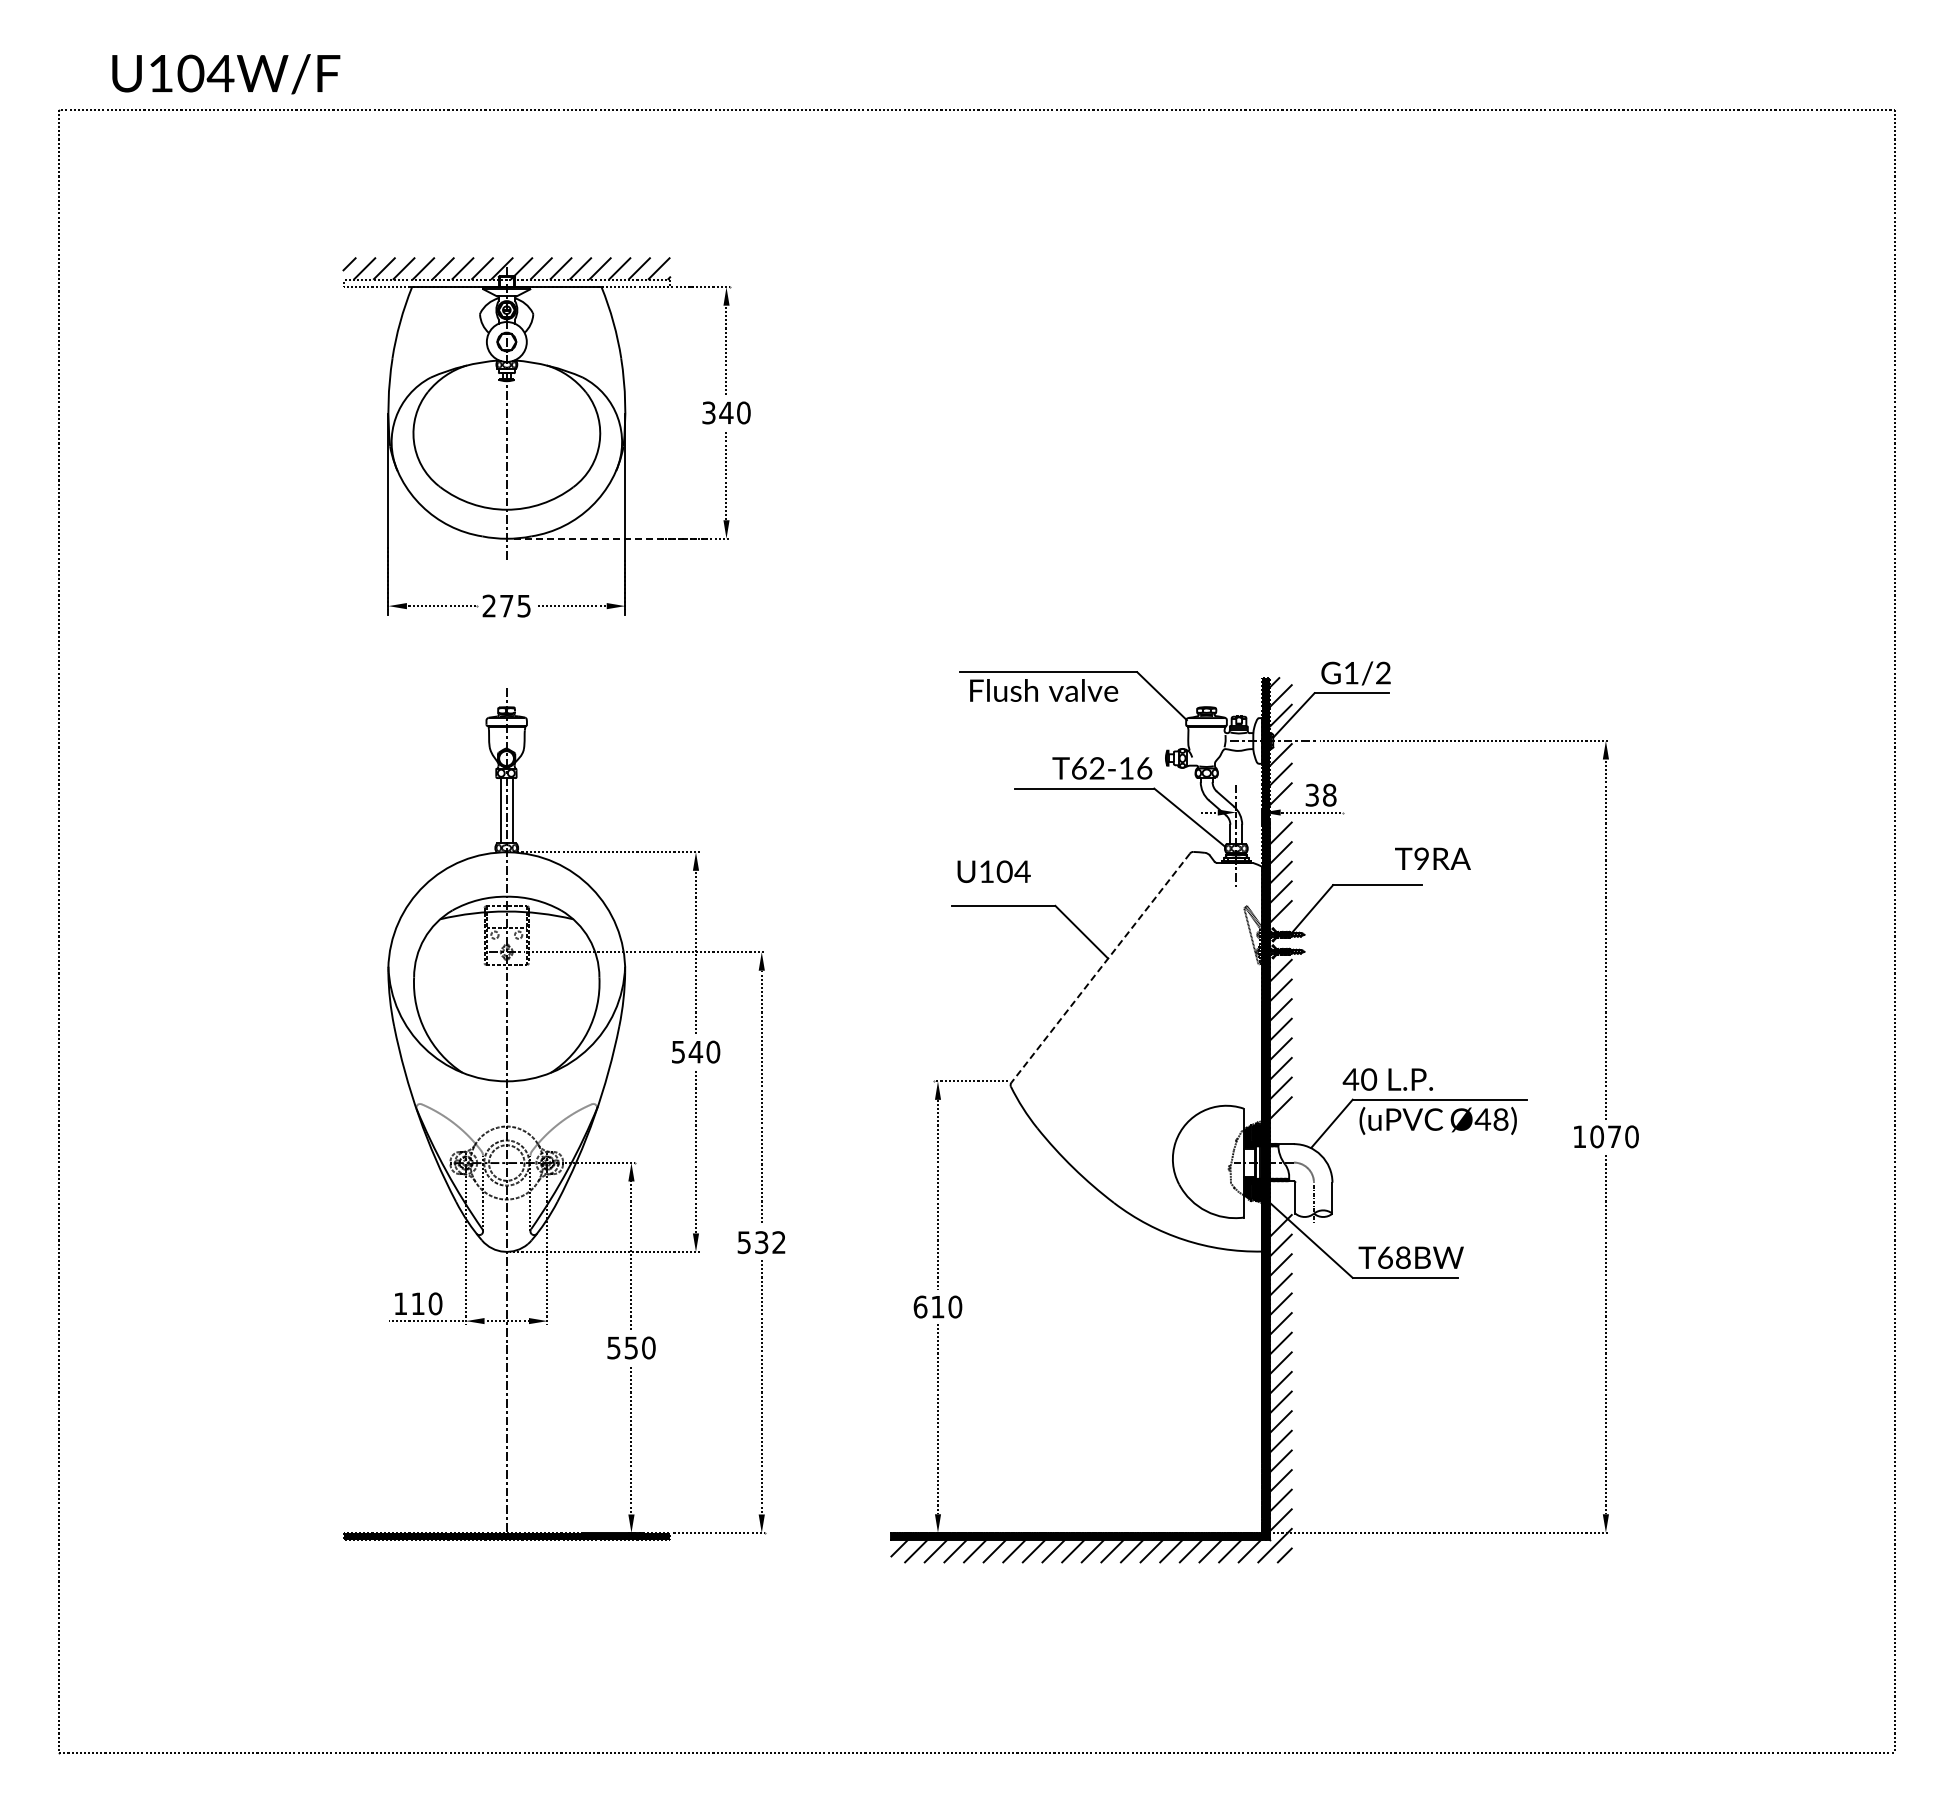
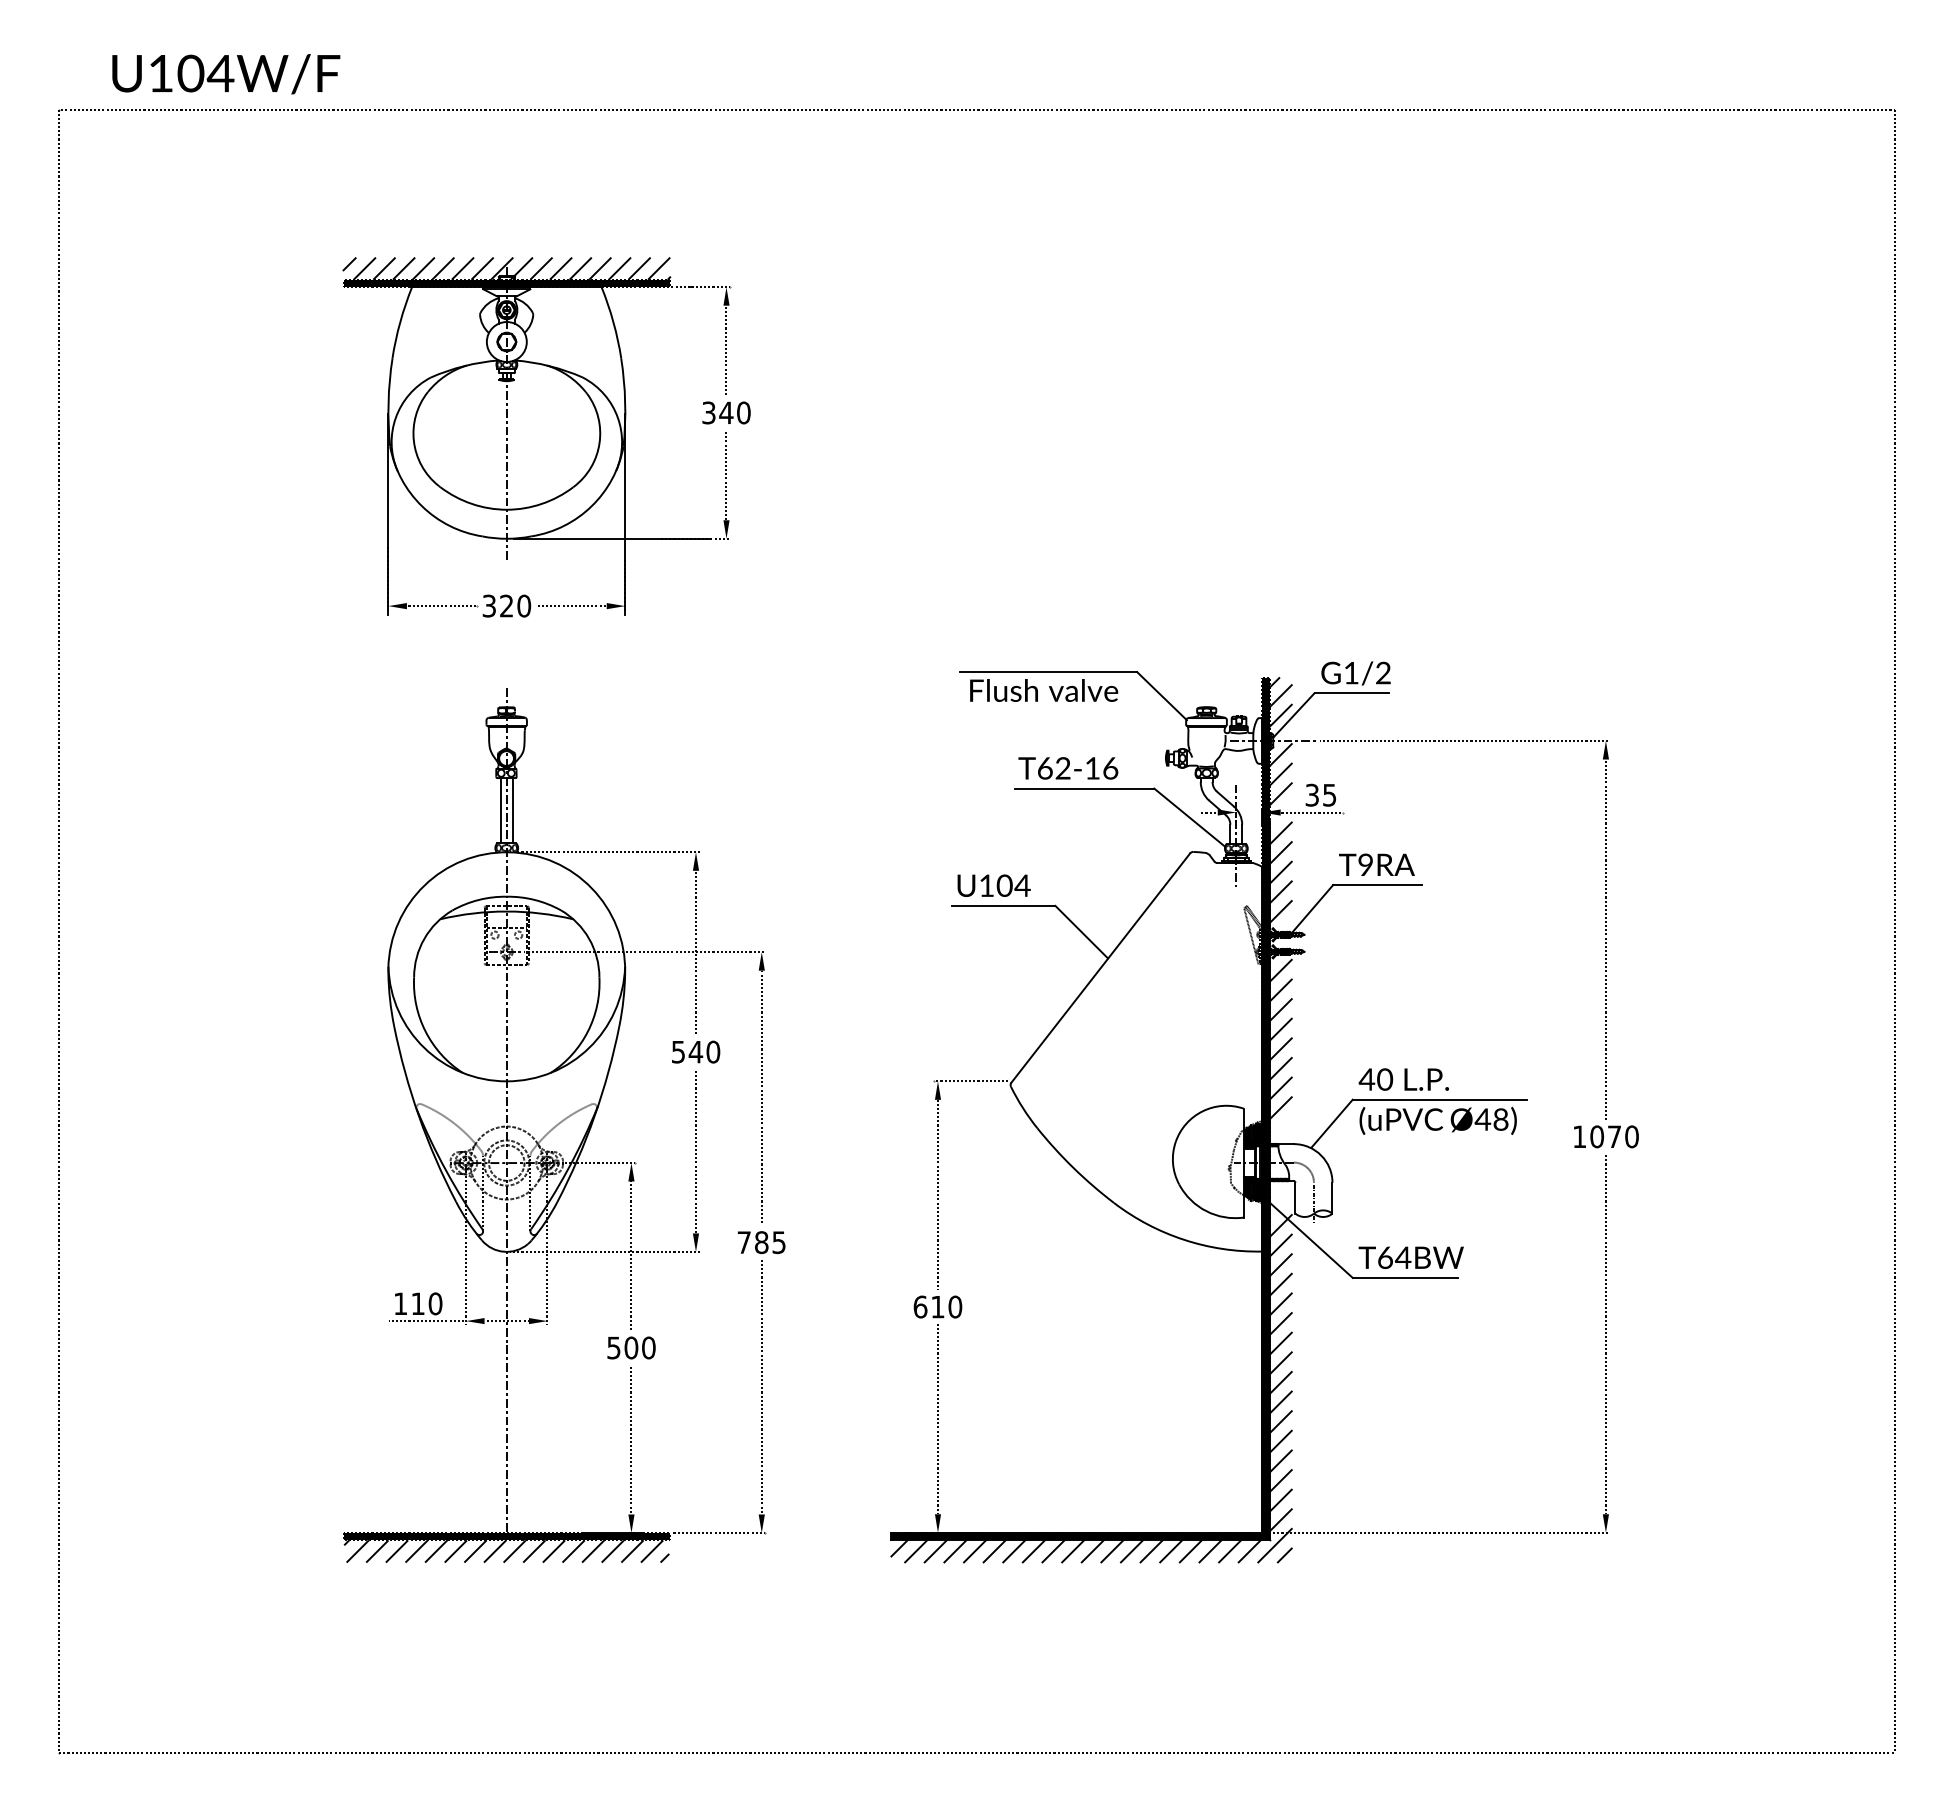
fill at (506, 283): none -> present
line at (613, 538): dashed -> solid
text at (506, 605): 275 -> 320
text at (1102, 768) position: (1102, 768) -> (1068, 768)
text at (1329, 794): 38 -> 35
text at (1432, 858) position: (1432, 858) -> (1376, 864)
text at (993, 871) position: (993, 871) -> (993, 885)
line at (1100, 968): dashed -> solid
text at (1387, 1079) position: (1387, 1079) -> (1403, 1079)
text at (761, 1242): 532 -> 785
text at (1402, 1257): T68BW -> T64BW
text at (631, 1347): 550 -> 500
hatch at (506, 1551): none -> present
